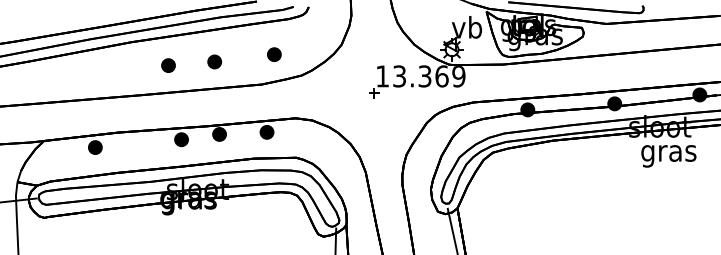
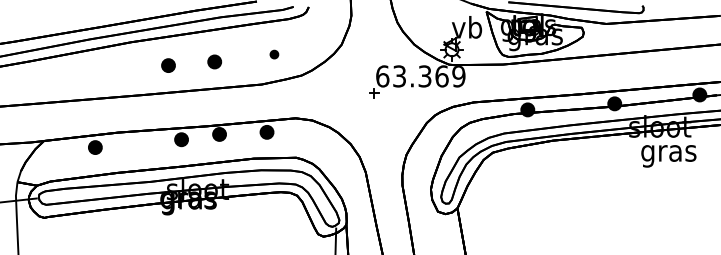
part at (274, 54) size: 15x15 px -> 11x11 px
text at (382, 76): 13.369 -> 63.369
line at (452, 229): present -> none
